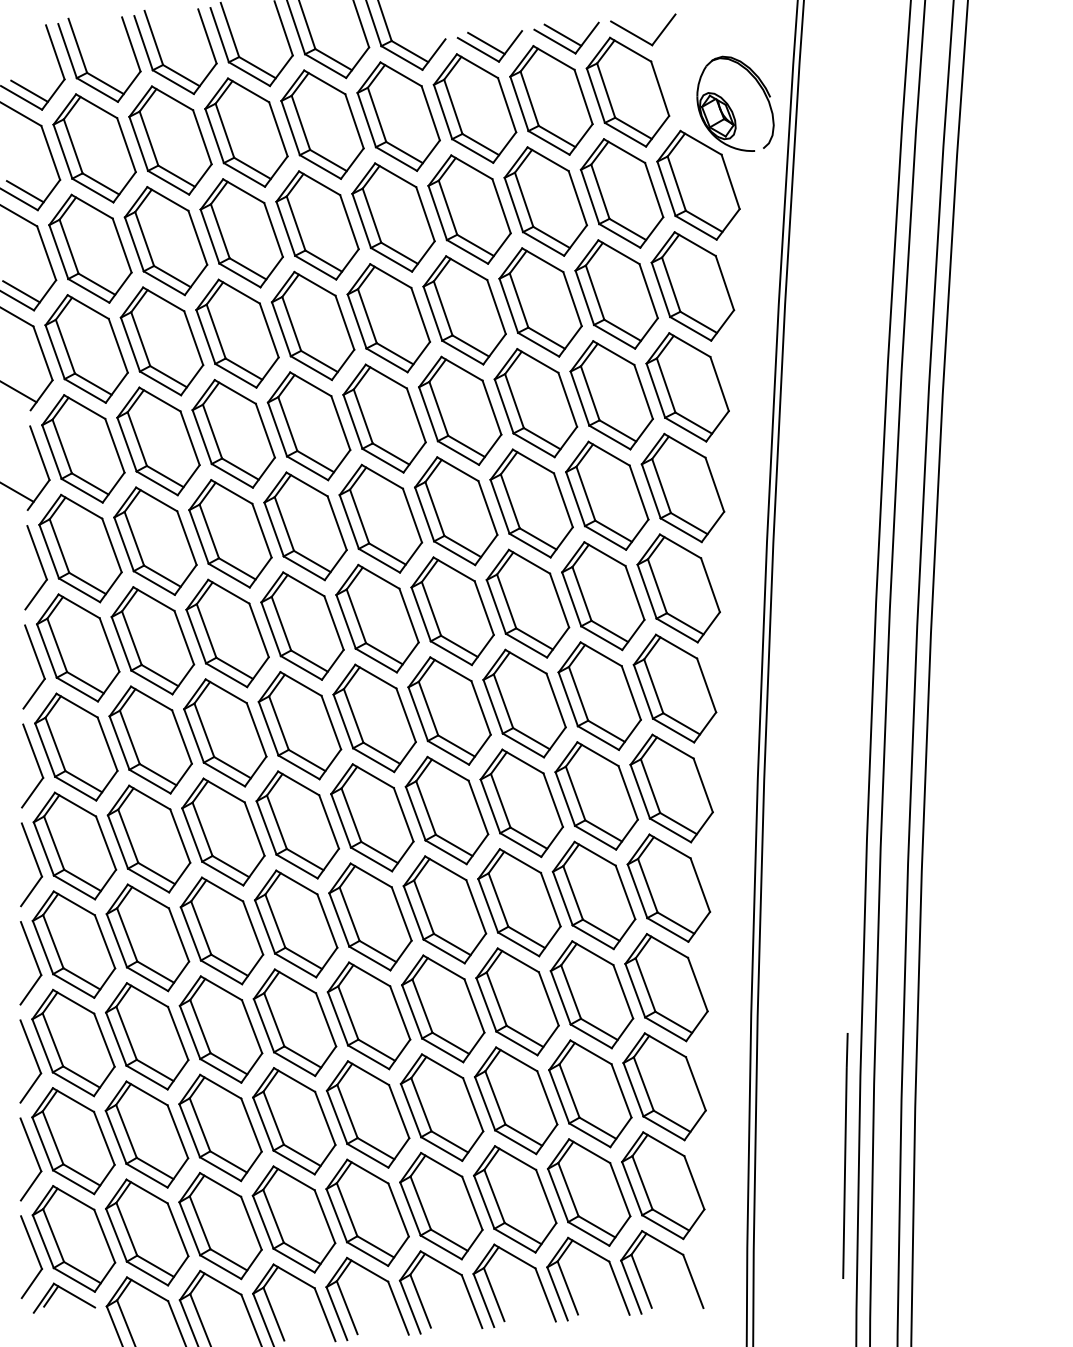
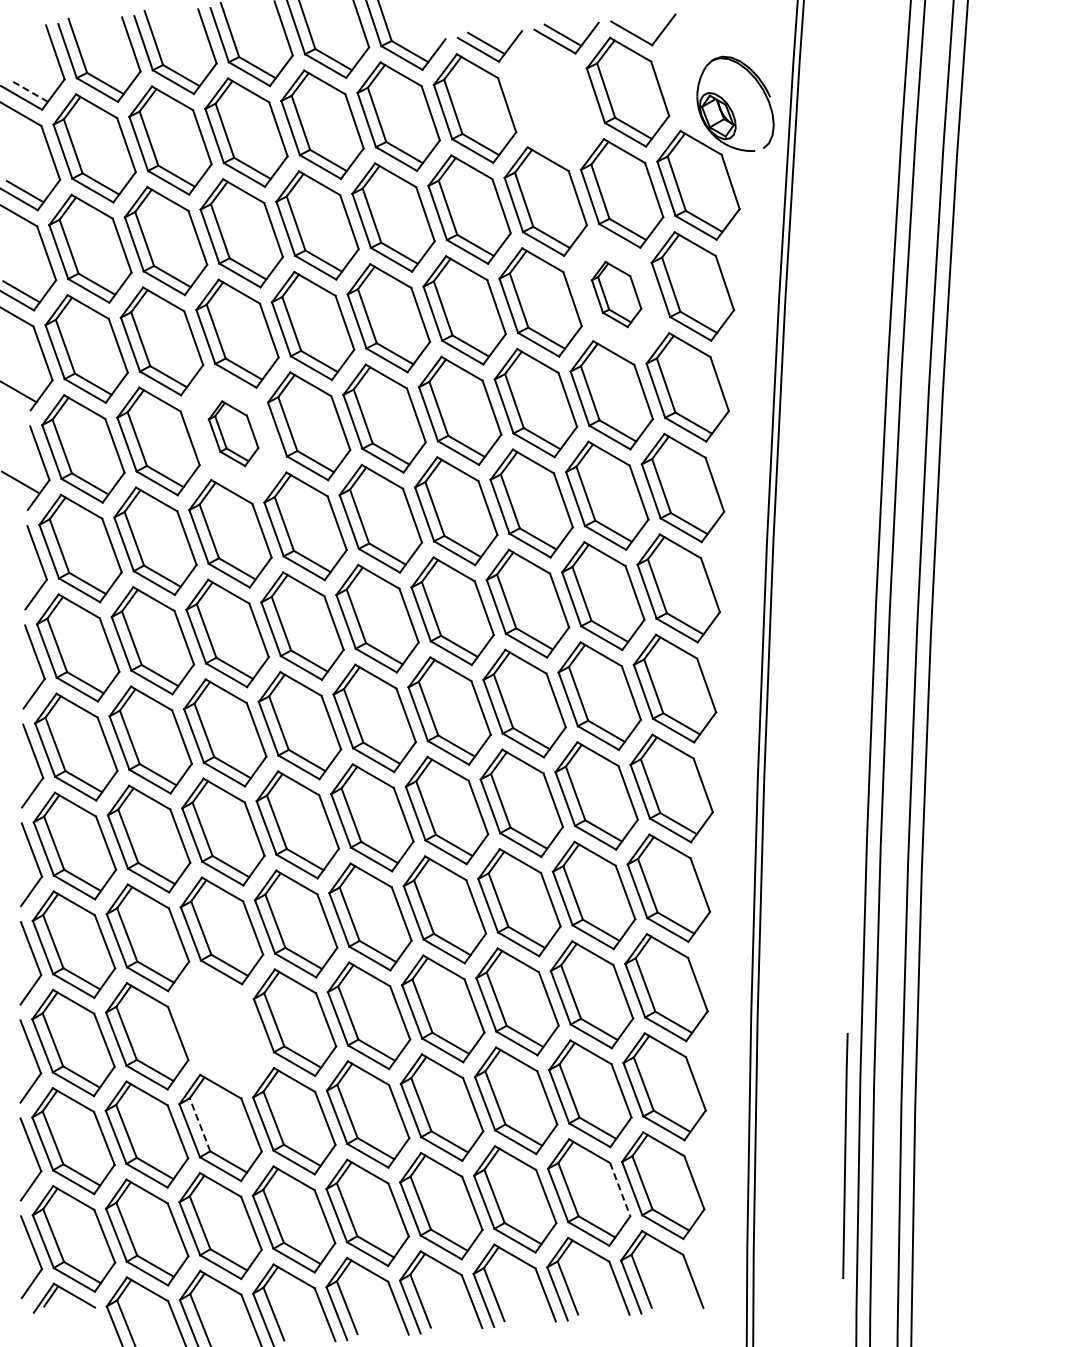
line at (29, 91): solid -> dashed
part at (551, 100): present -> none
part at (616, 294) size: 85x111 px -> 53x69 px
part at (233, 433) size: 85x111 px -> 53x68 px
line at (17, 492) position: (17, 492) -> (20, 482)
part at (220, 1029): present -> none
line at (199, 1124): solid -> dashed
line at (620, 1190): solid -> dashed
